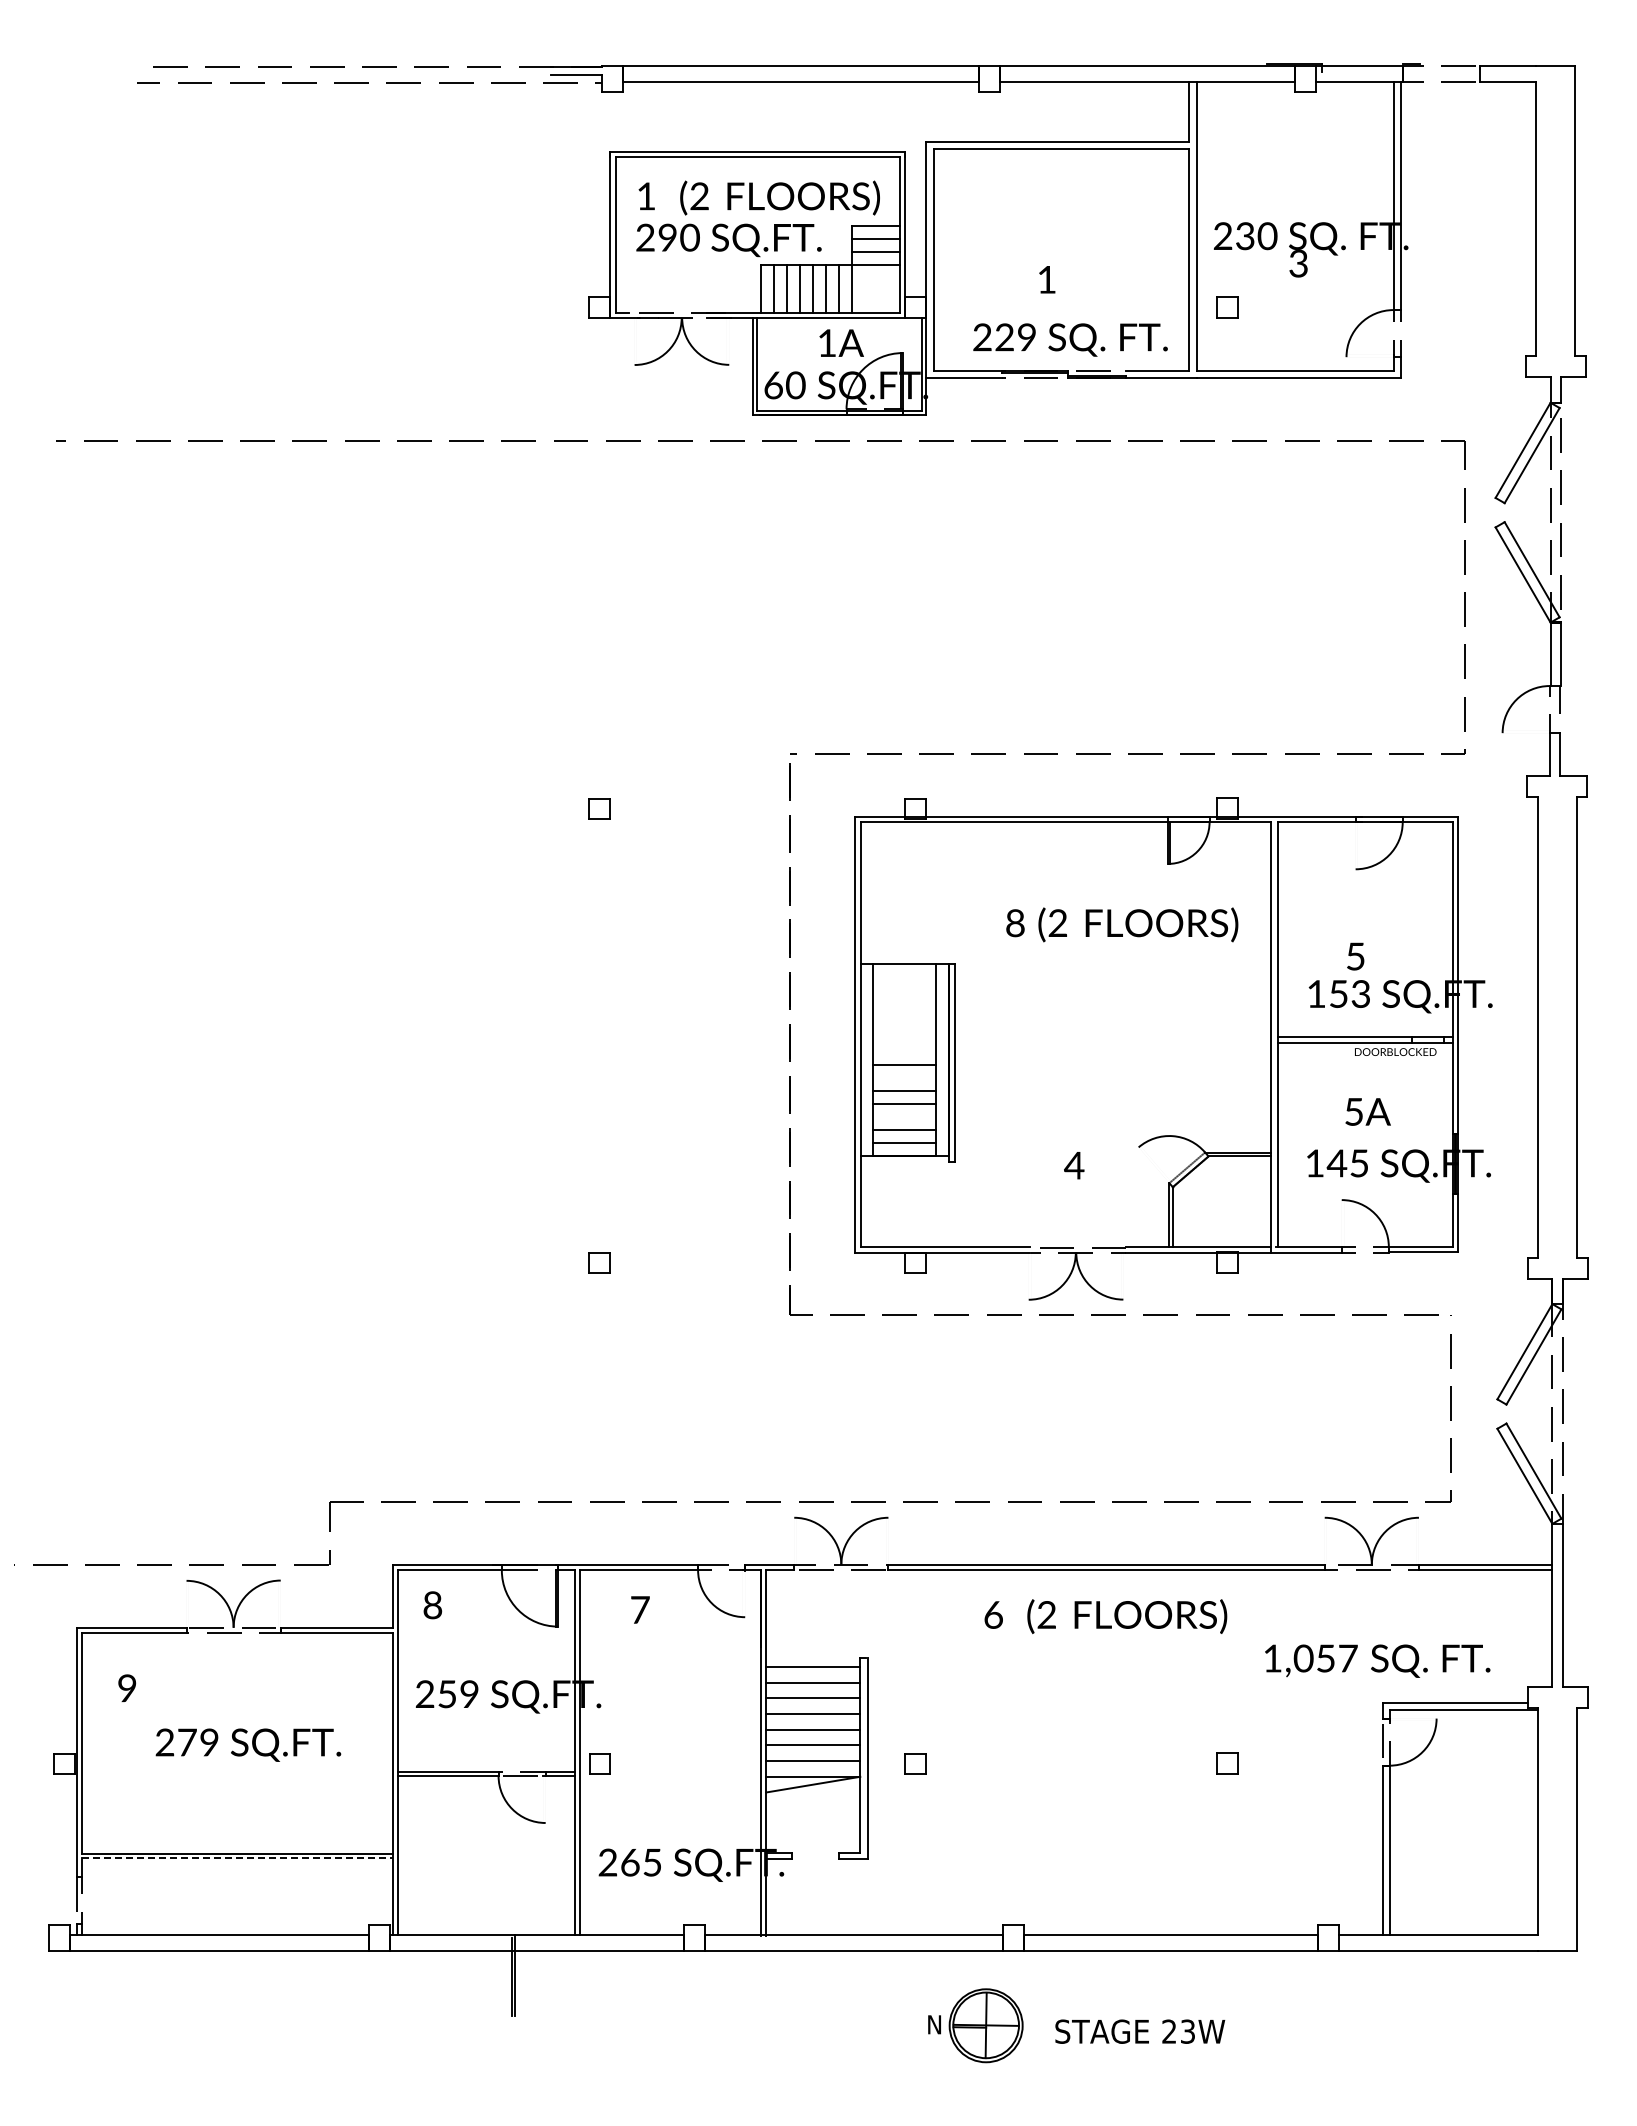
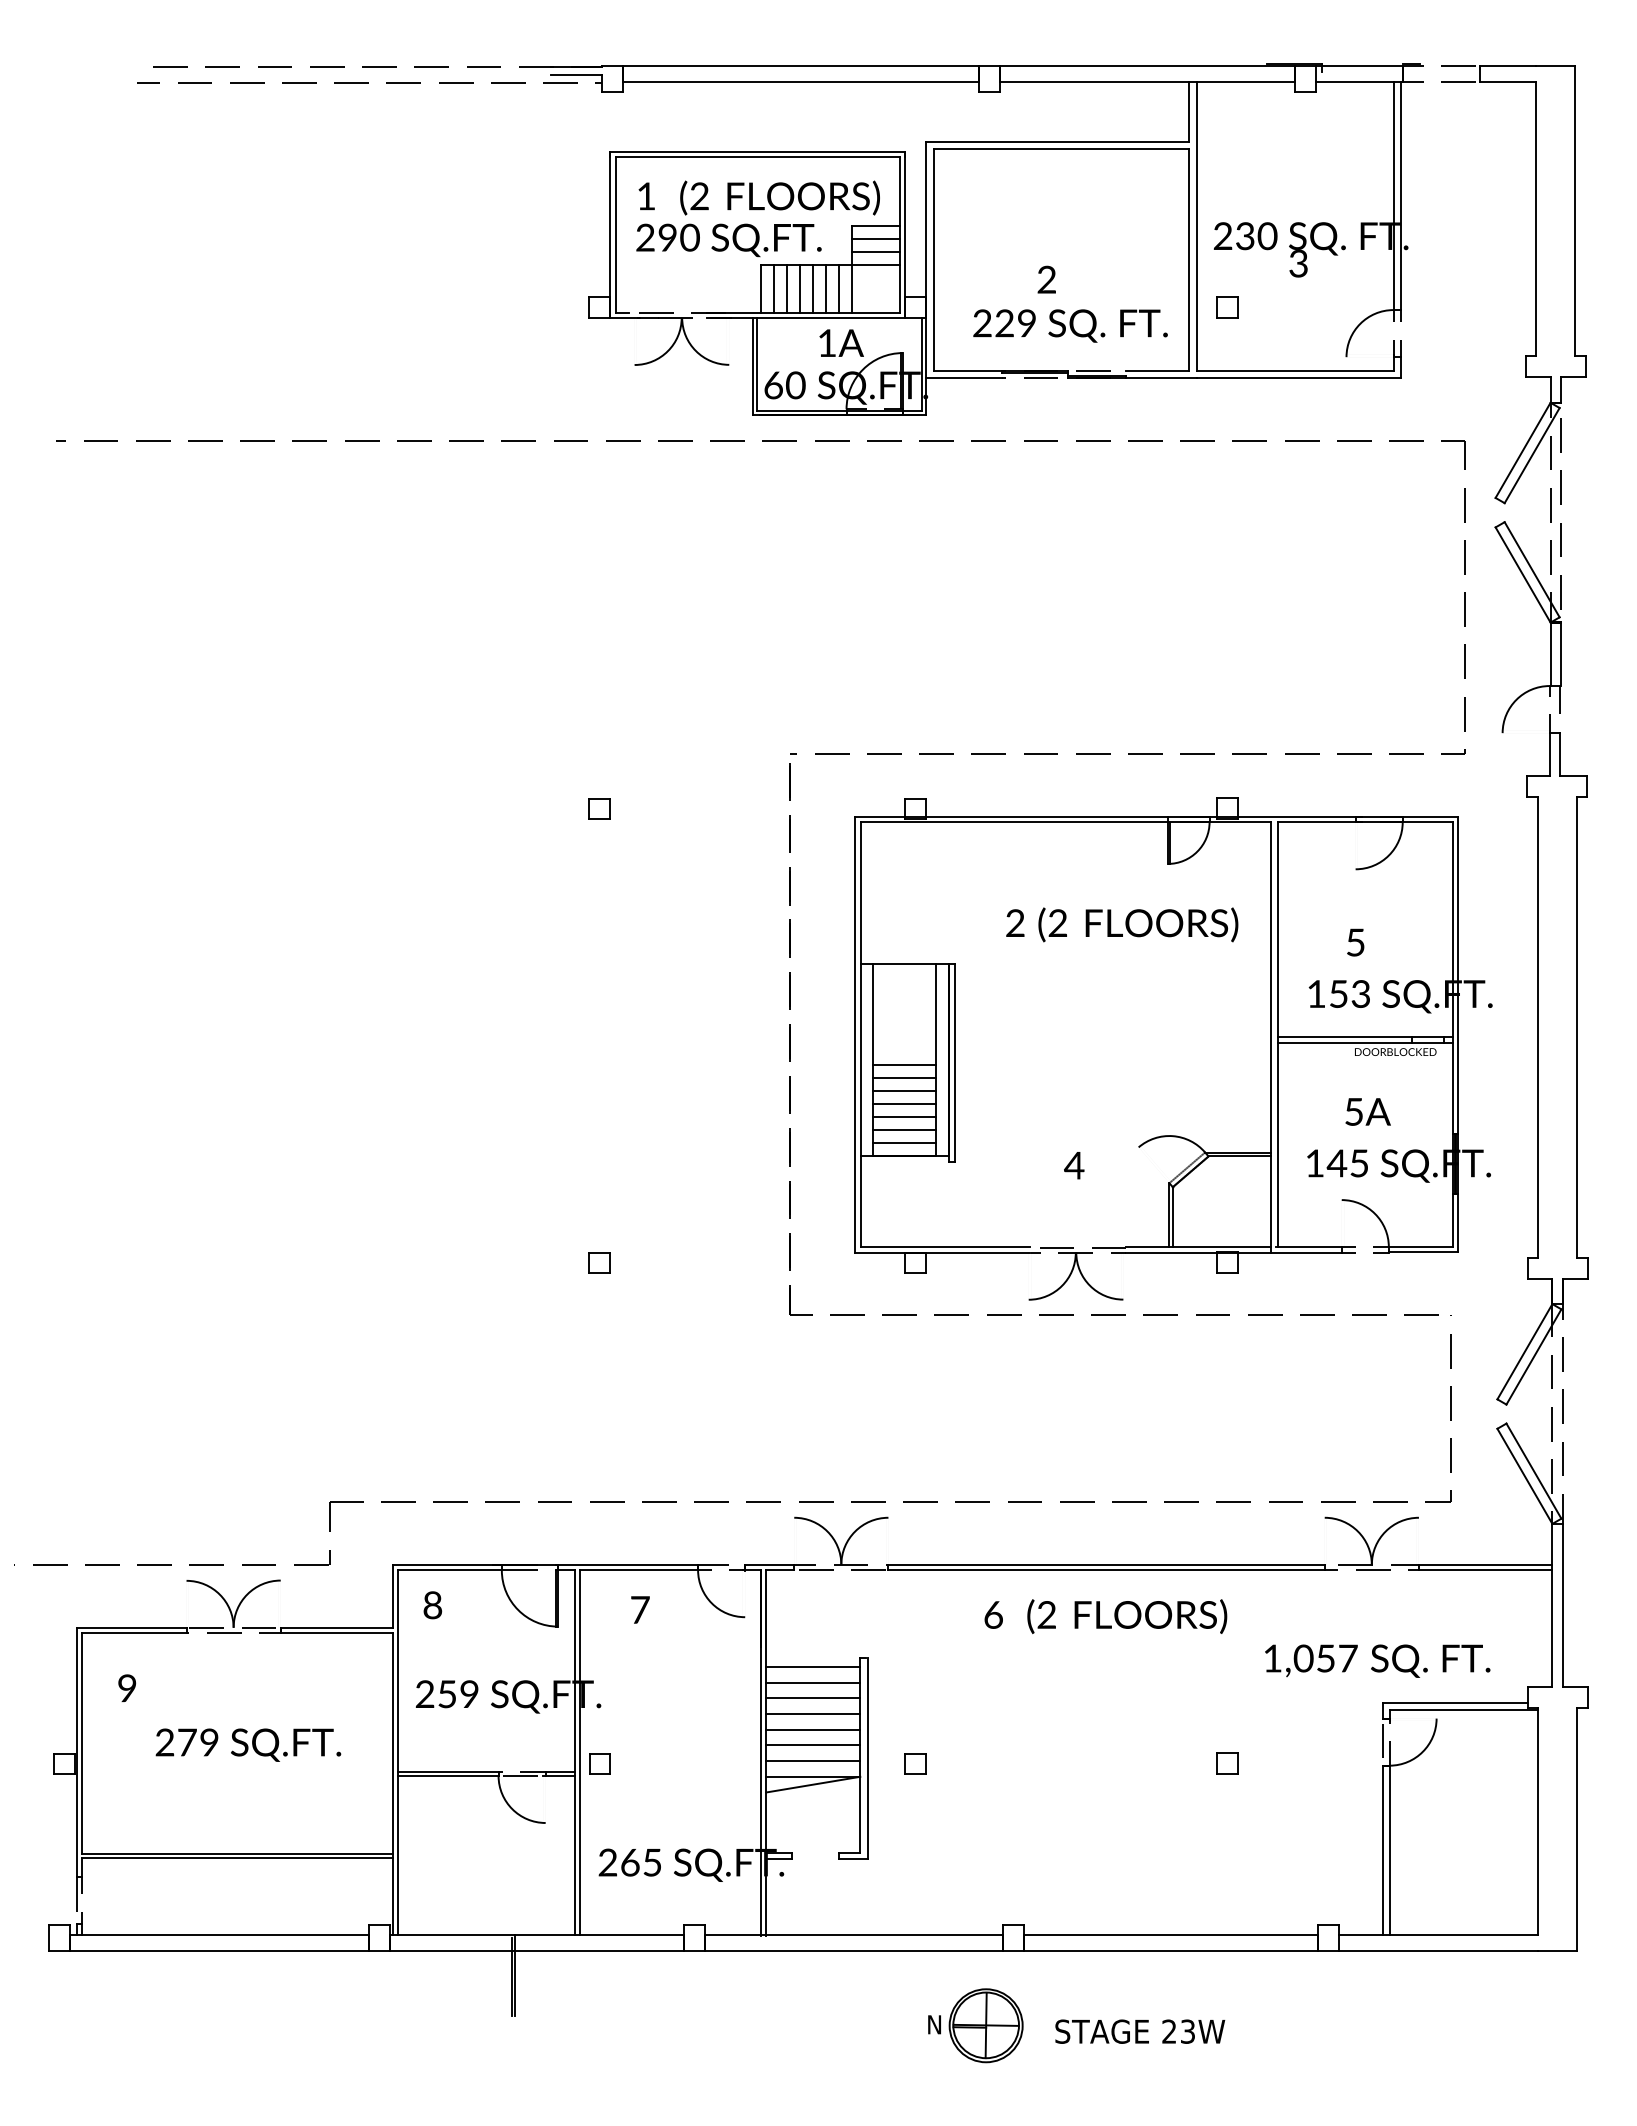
text at (1046, 279): 1 -> 2
text at (1070, 339) position: (1070, 339) -> (1070, 325)
text at (1015, 923): 8 -> 2
text at (1355, 956) position: (1355, 956) -> (1355, 942)
line at (904, 1077): none -> present
line at (904, 1117): none -> present
line at (237, 1858): dashed -> solid
